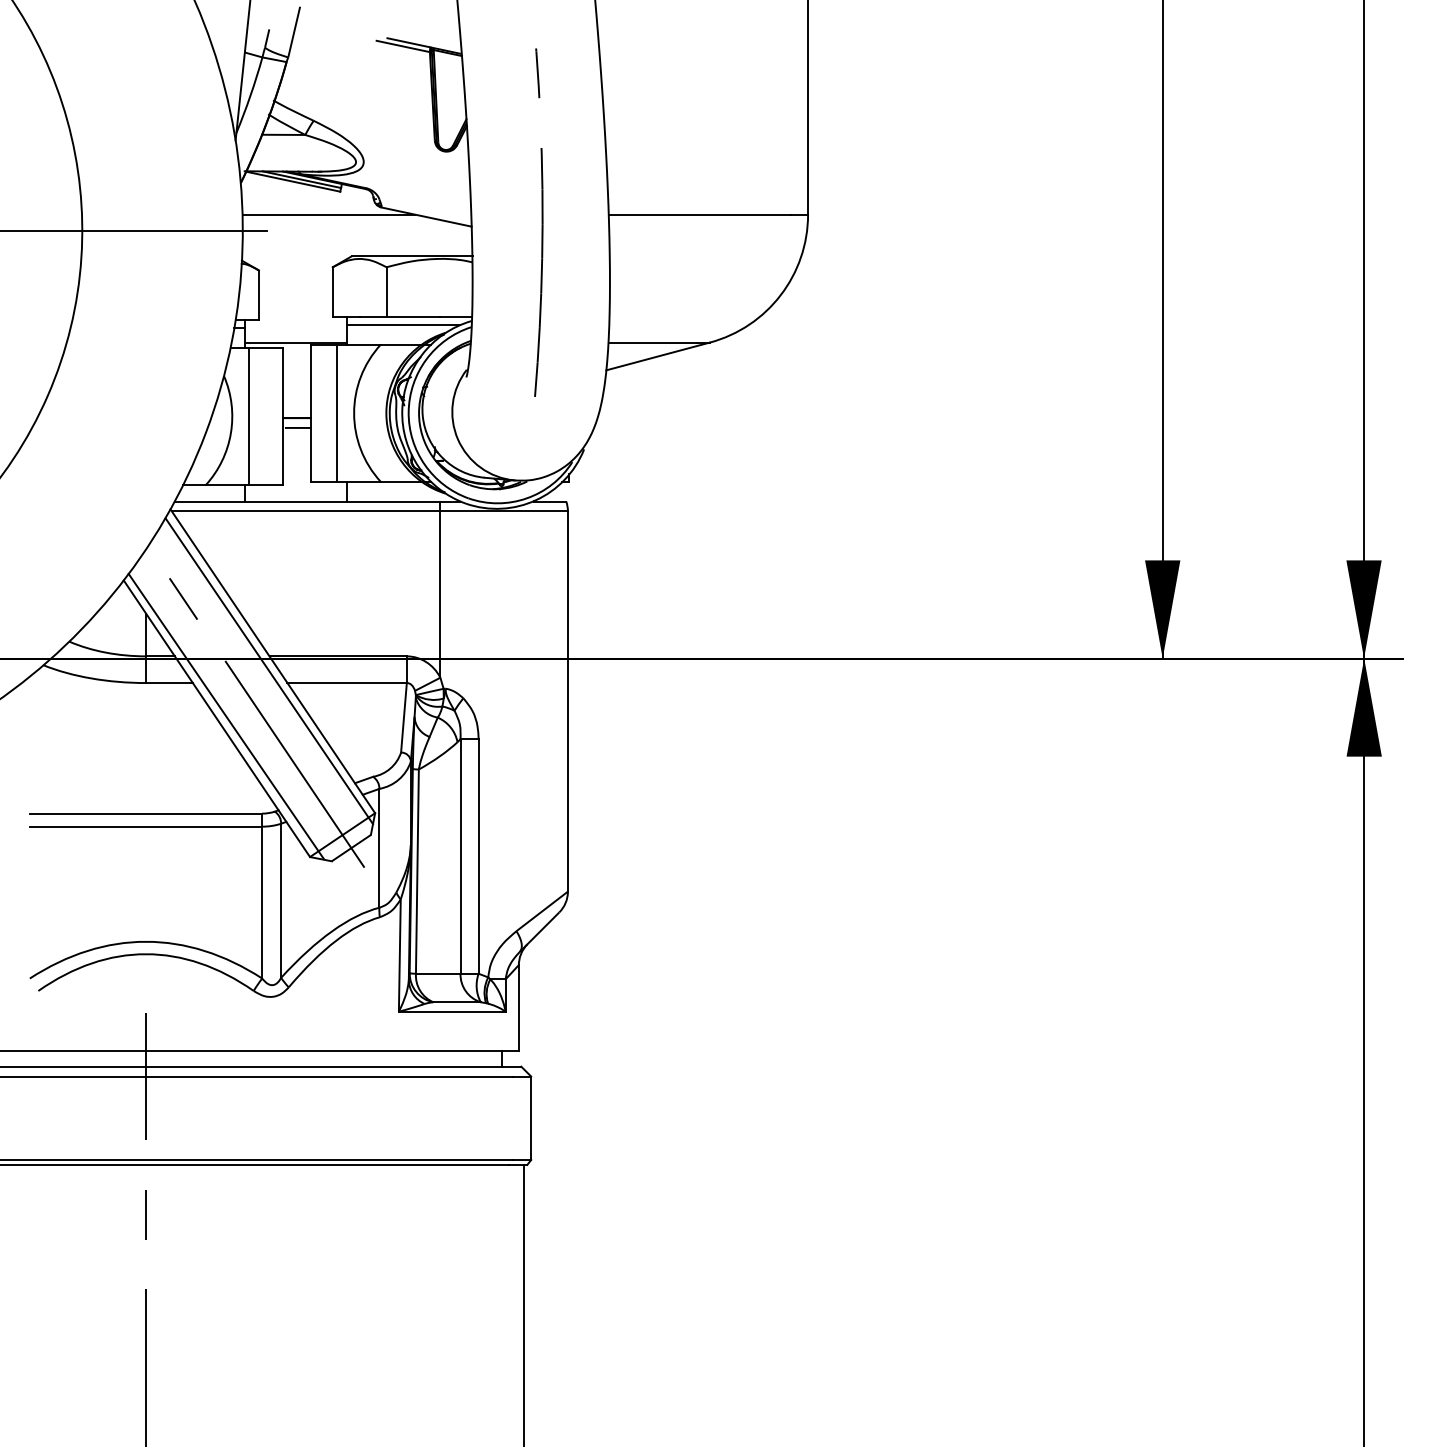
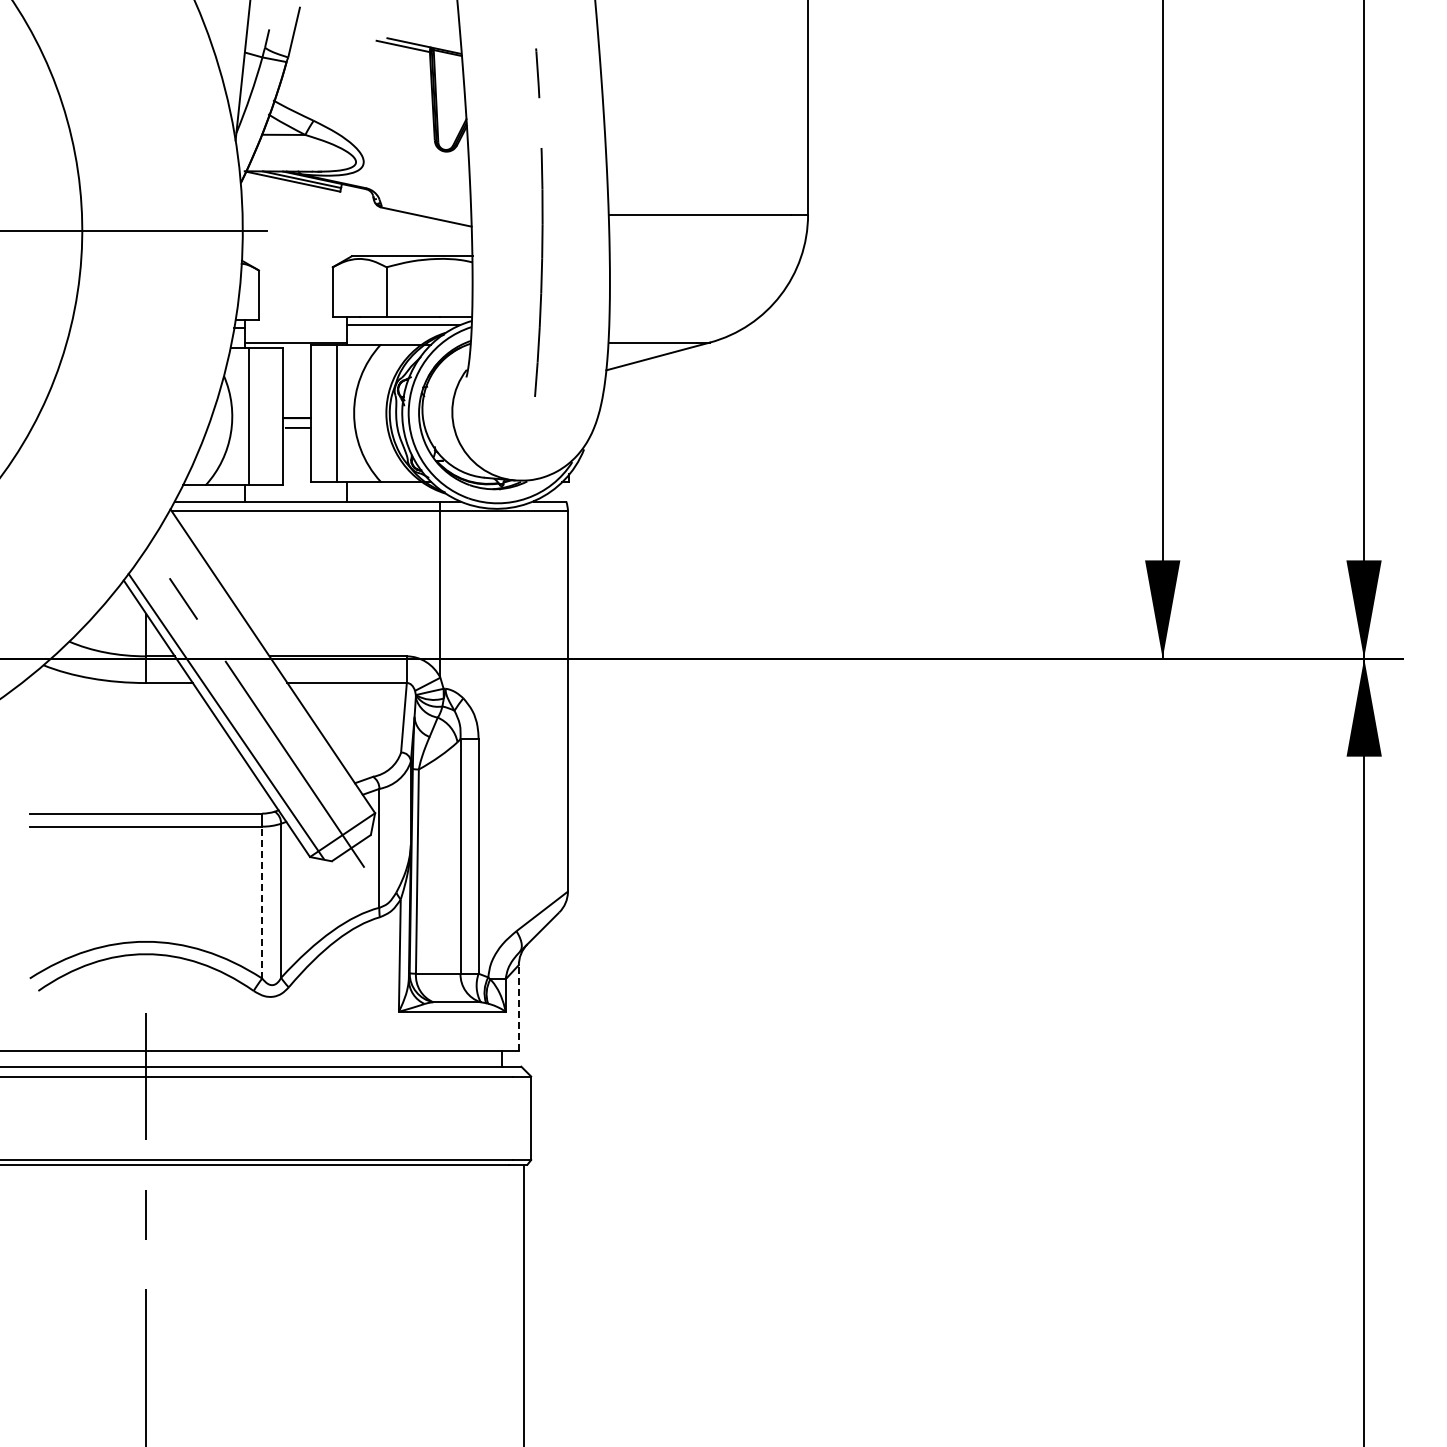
line at (328, 214): present -> none
line at (269, 671): present -> none
line at (262, 902): solid -> dashed
line at (518, 1008): solid -> dashed
